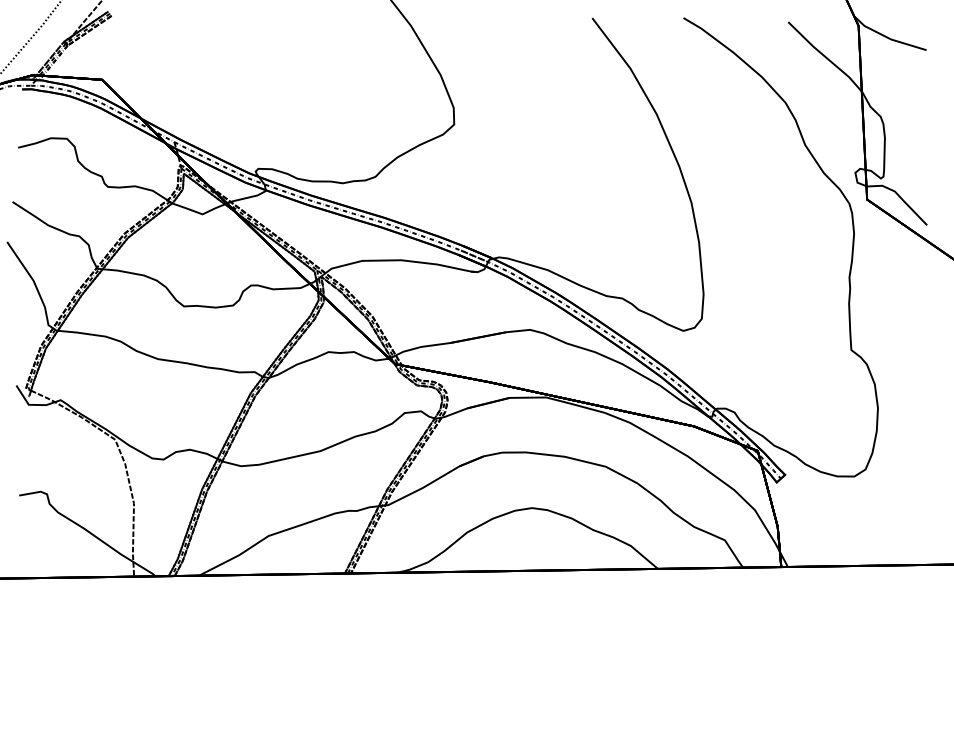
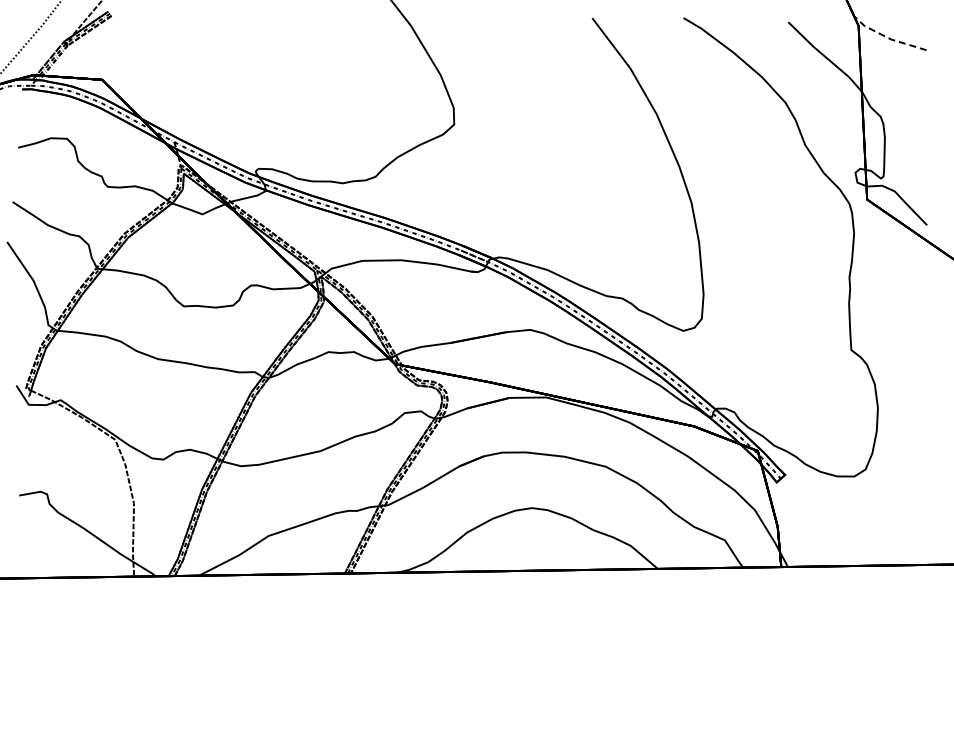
line at (888, 38): solid -> dashed
